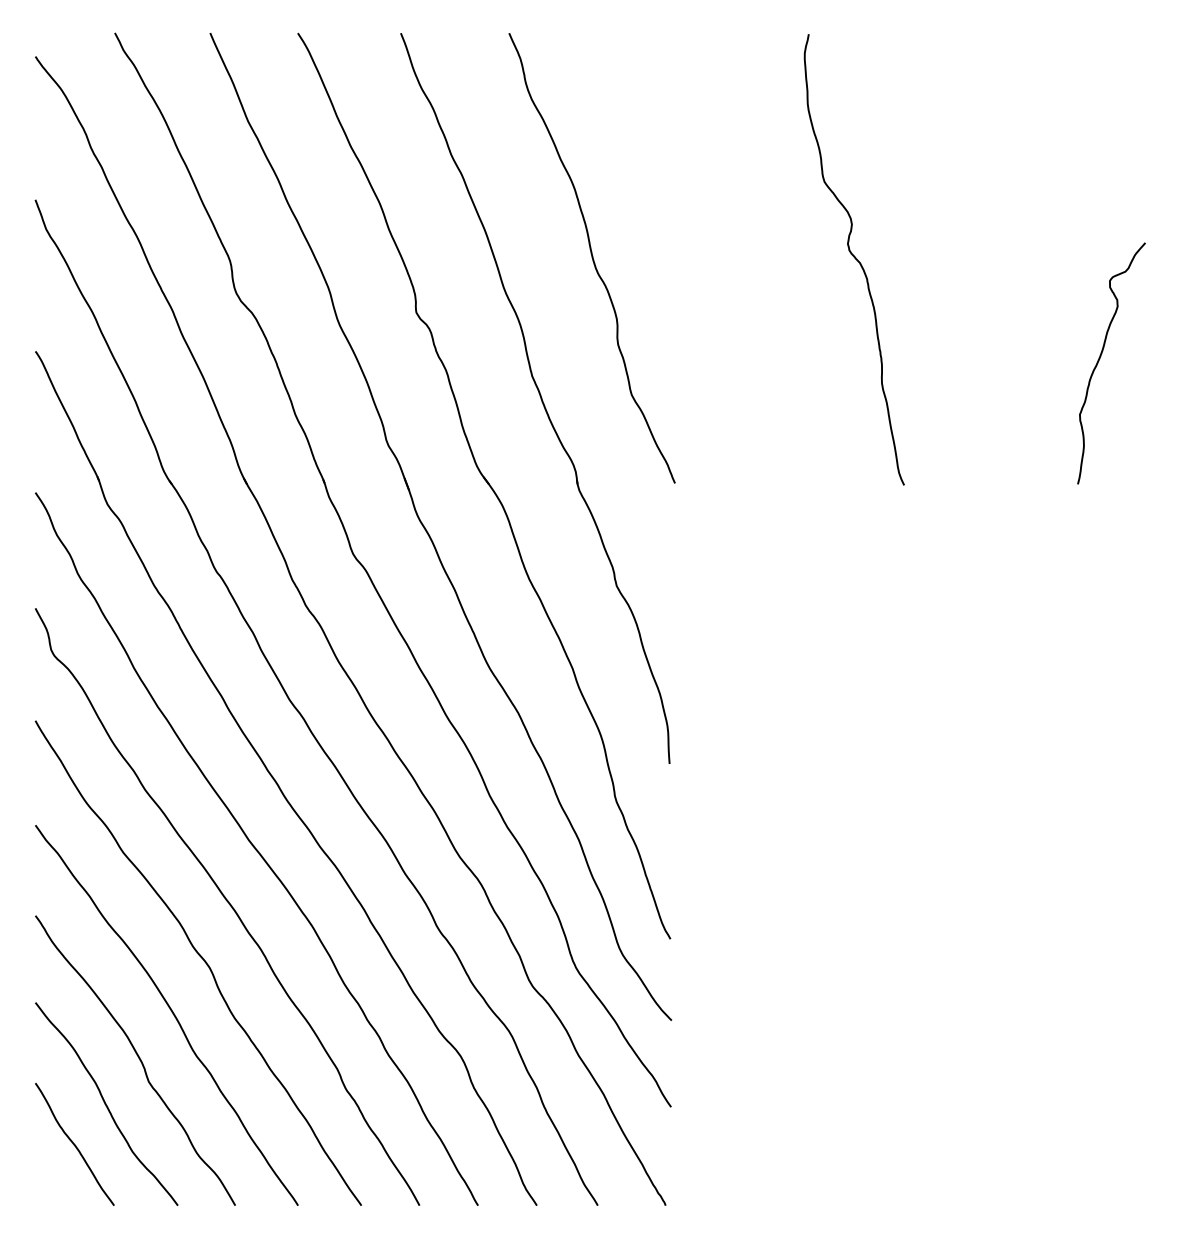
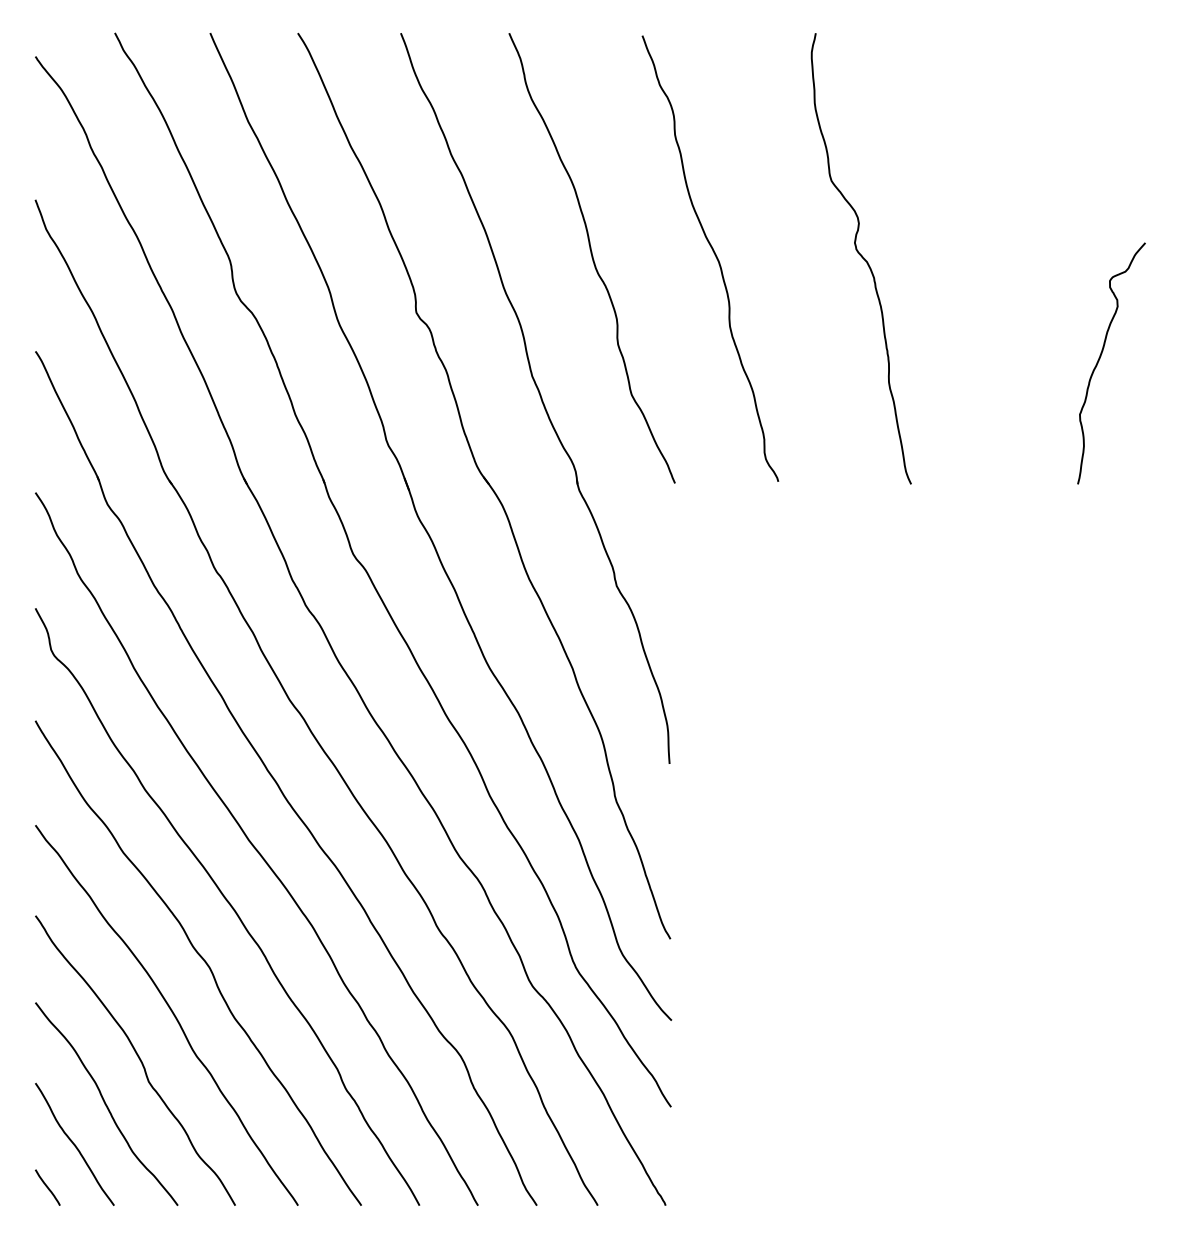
curve at (714, 255): none -> present
curve at (854, 258) position: (854, 258) -> (861, 257)
line at (47, 1187): none -> present
